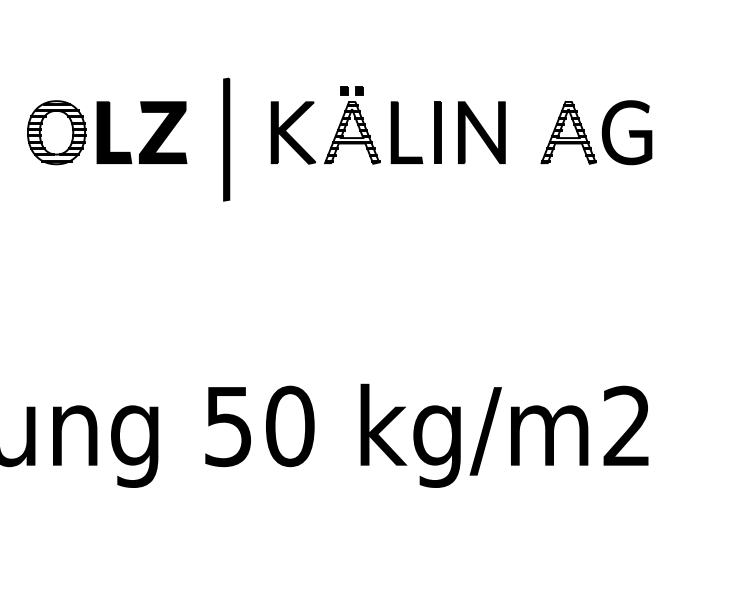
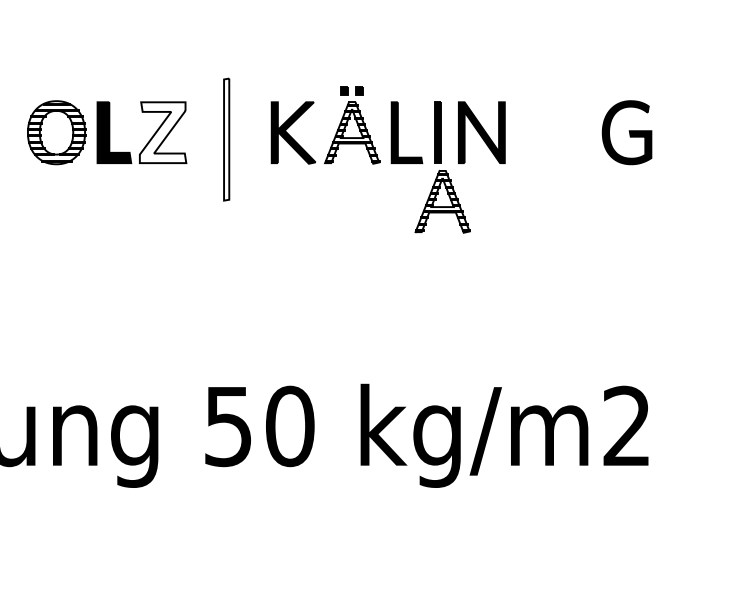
fill at (162, 132): present -> none
part at (568, 132) position: (568, 132) -> (442, 201)
fill at (226, 139): present -> none
